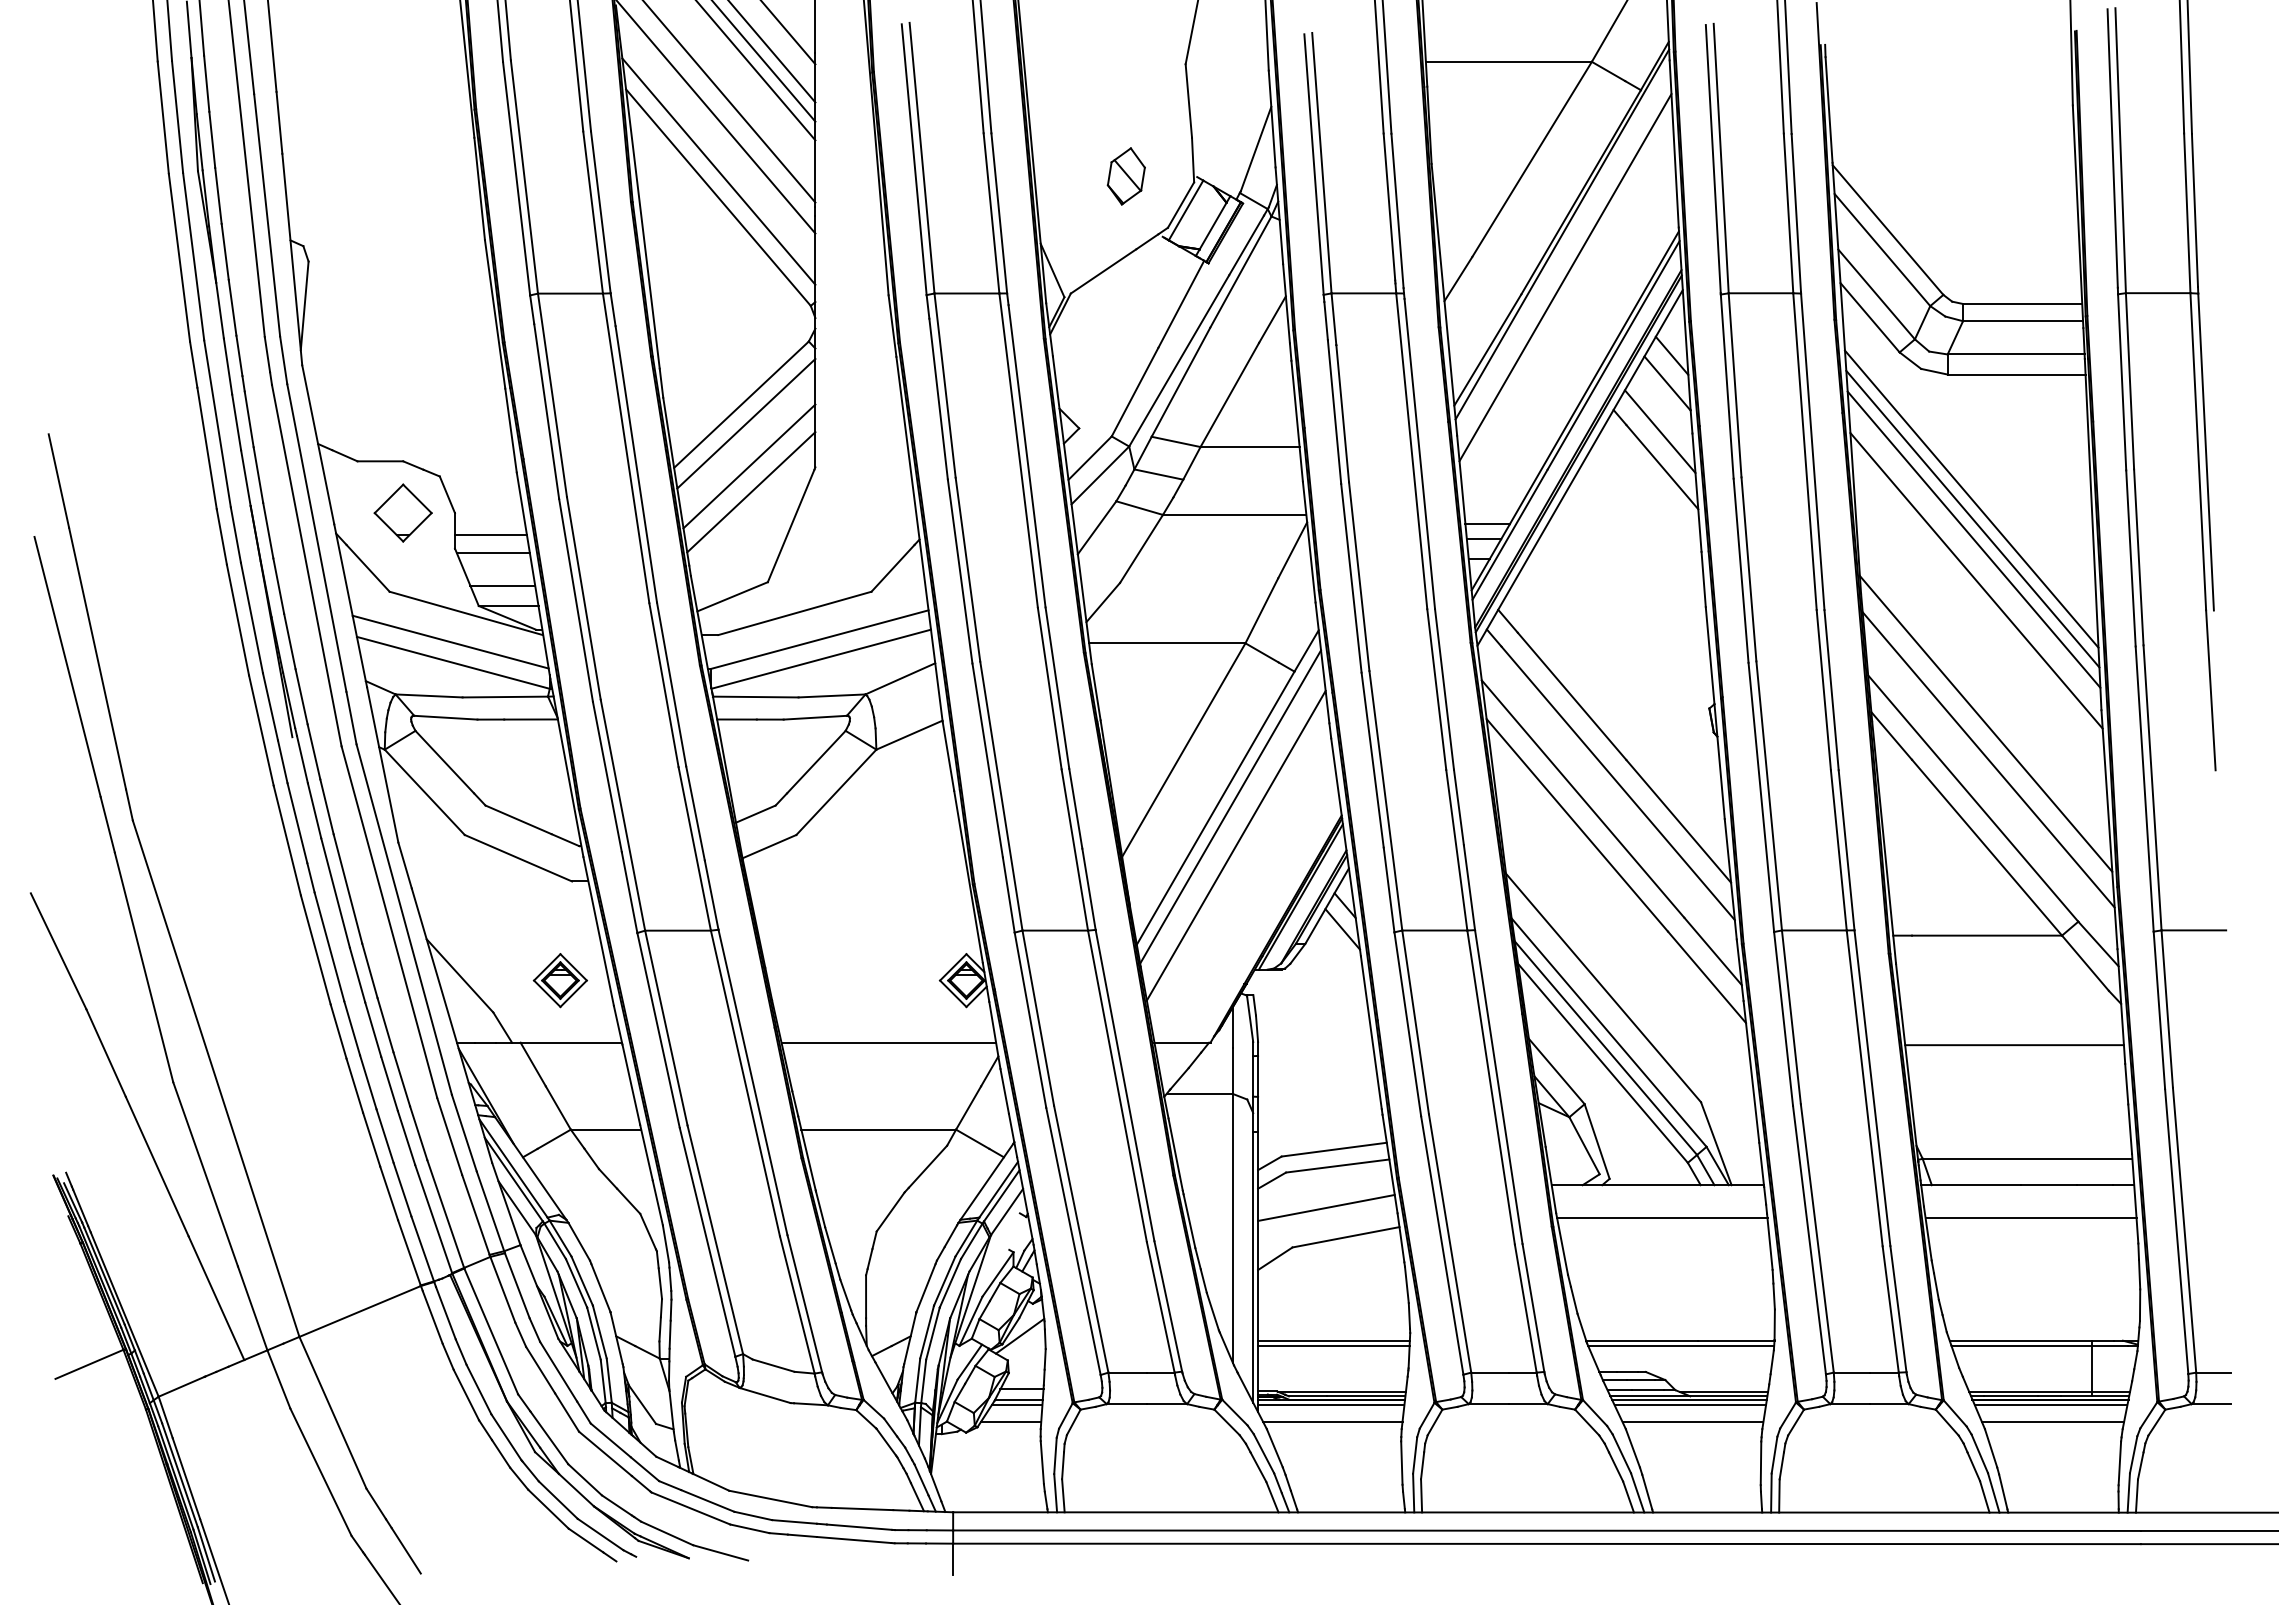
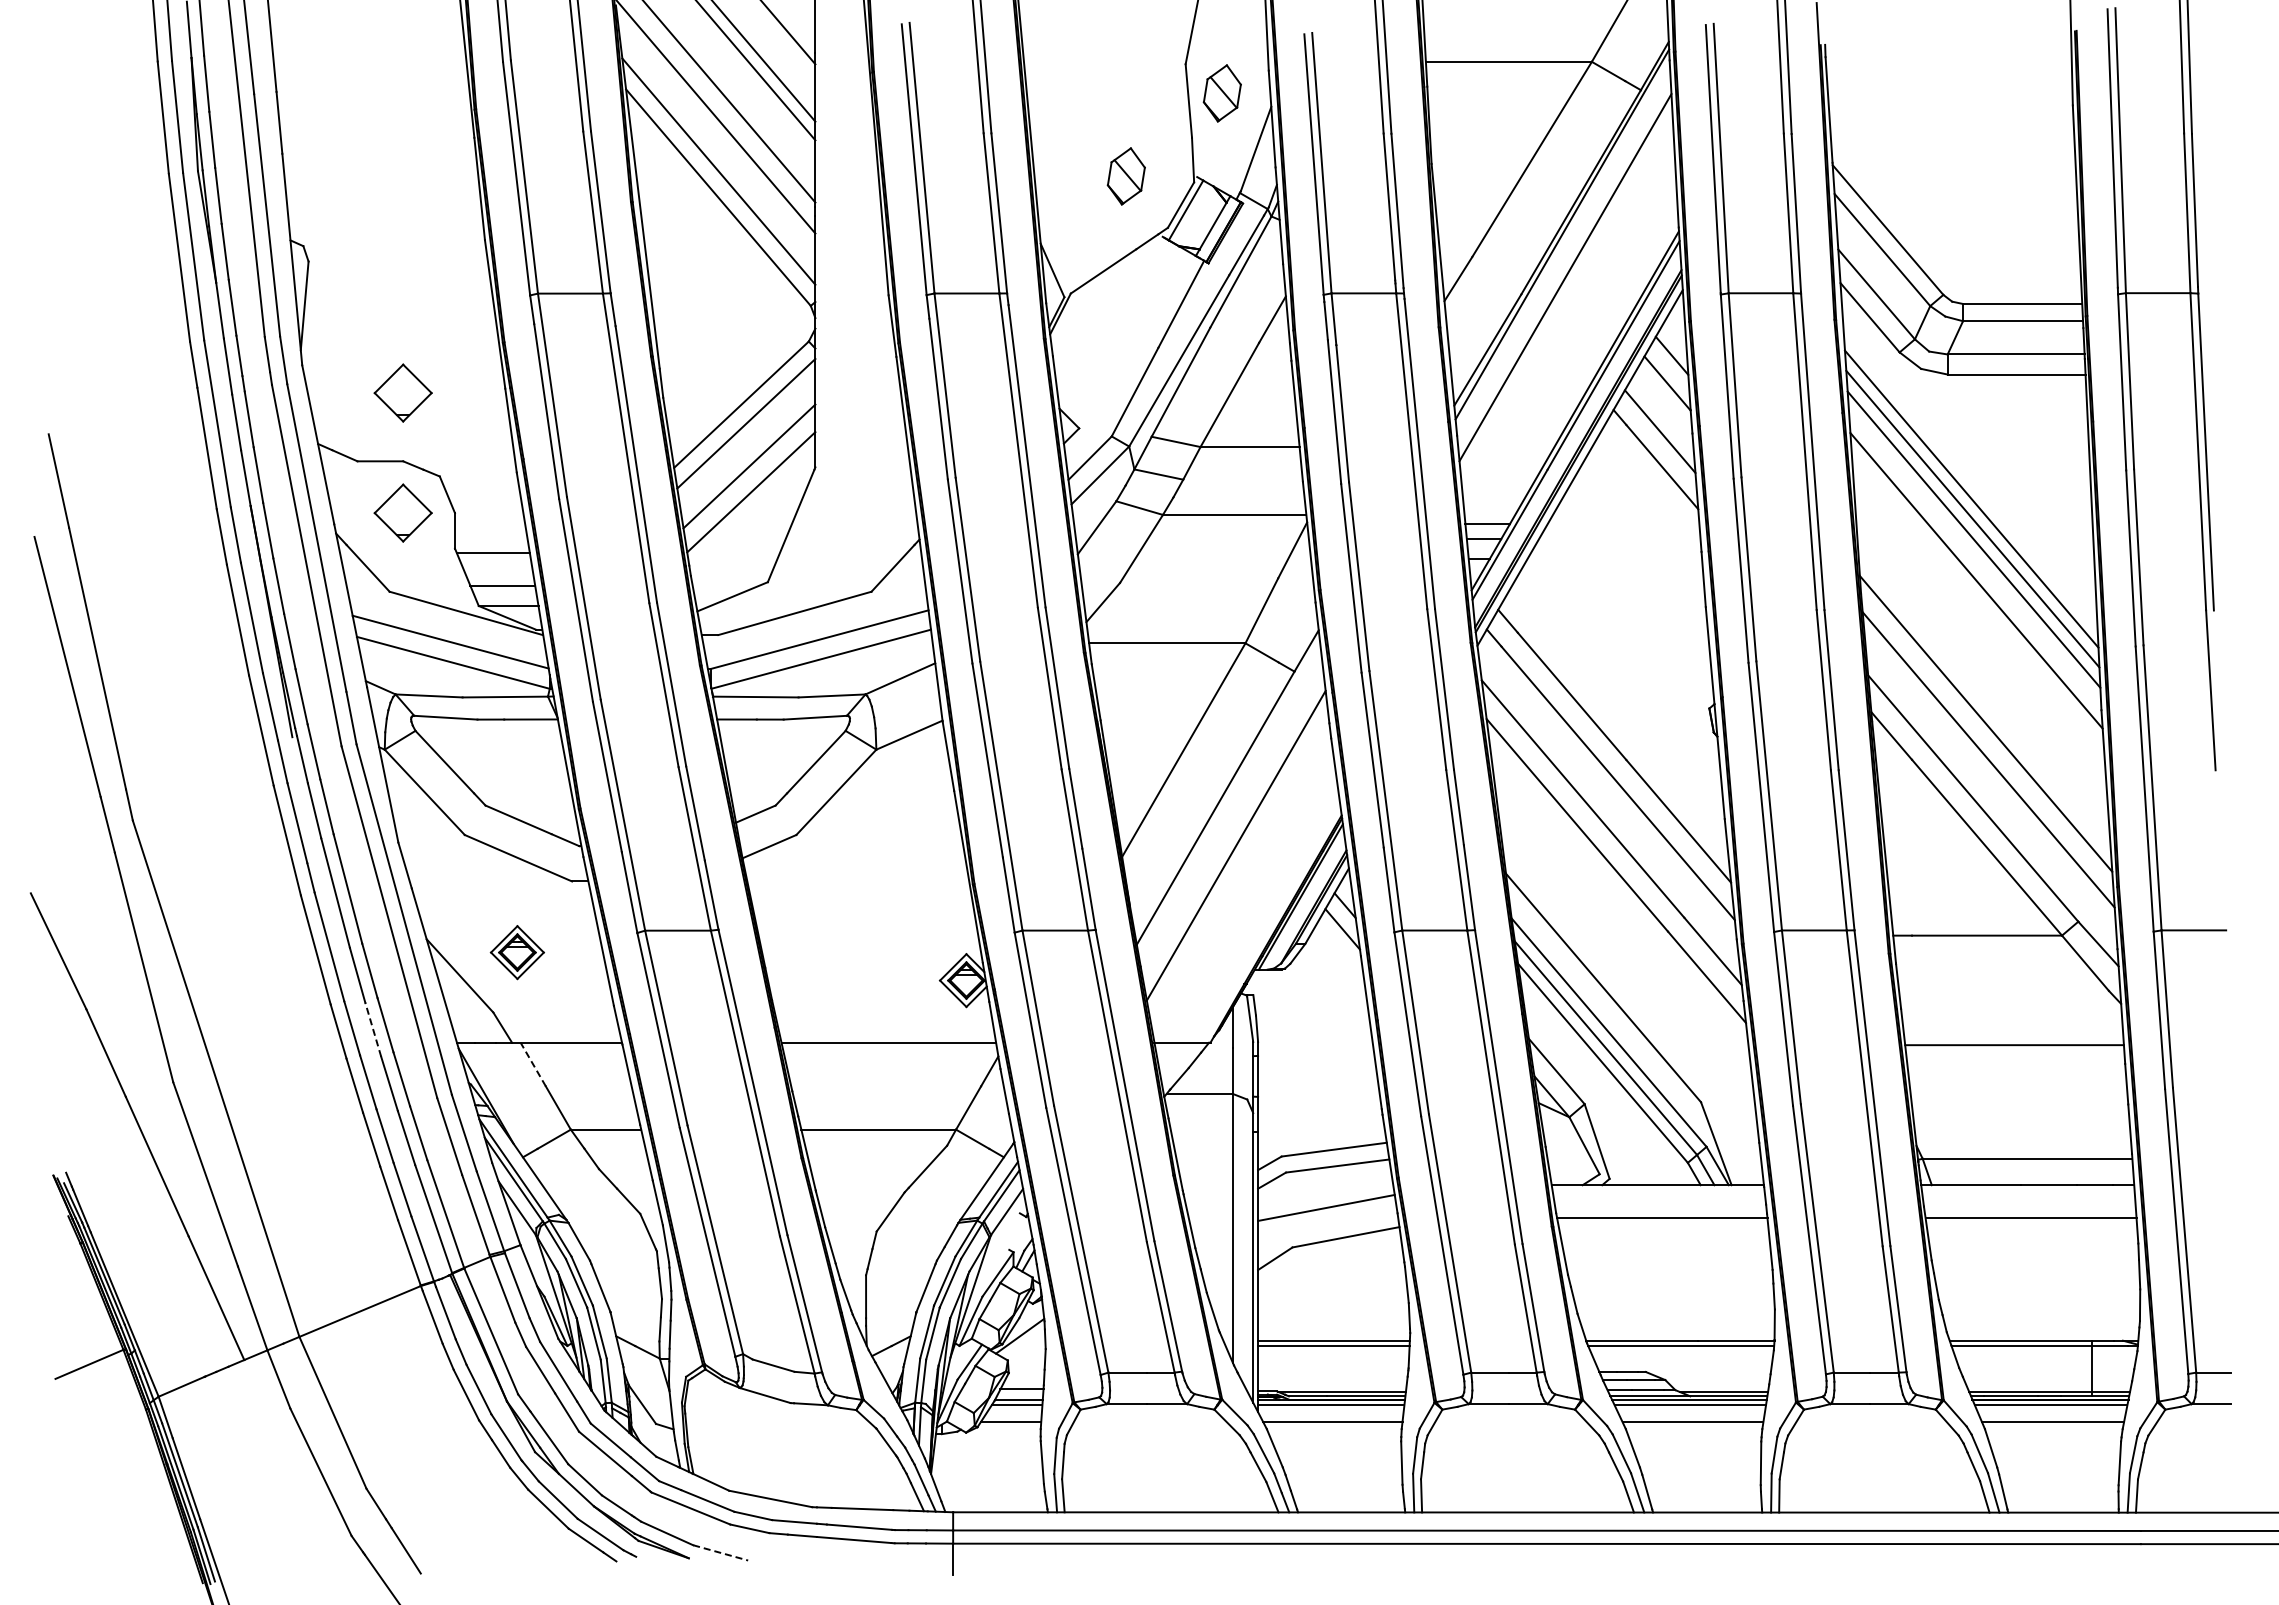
line at (772, 52): present -> none
part at (1221, 93): none -> present
part at (402, 392): none -> present
line at (490, 535): present -> none
line at (1230, 806): present -> none
part at (559, 980) position: (559, 980) -> (516, 952)
line at (373, 1029): solid -> dashed
line at (532, 1064): solid -> dashed
line at (720, 1552): solid -> dashed
